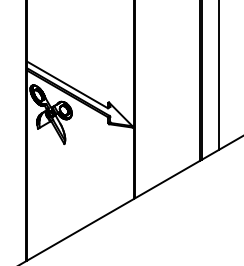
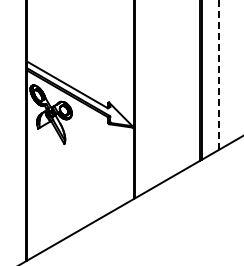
line at (218, 75): solid -> dashed
